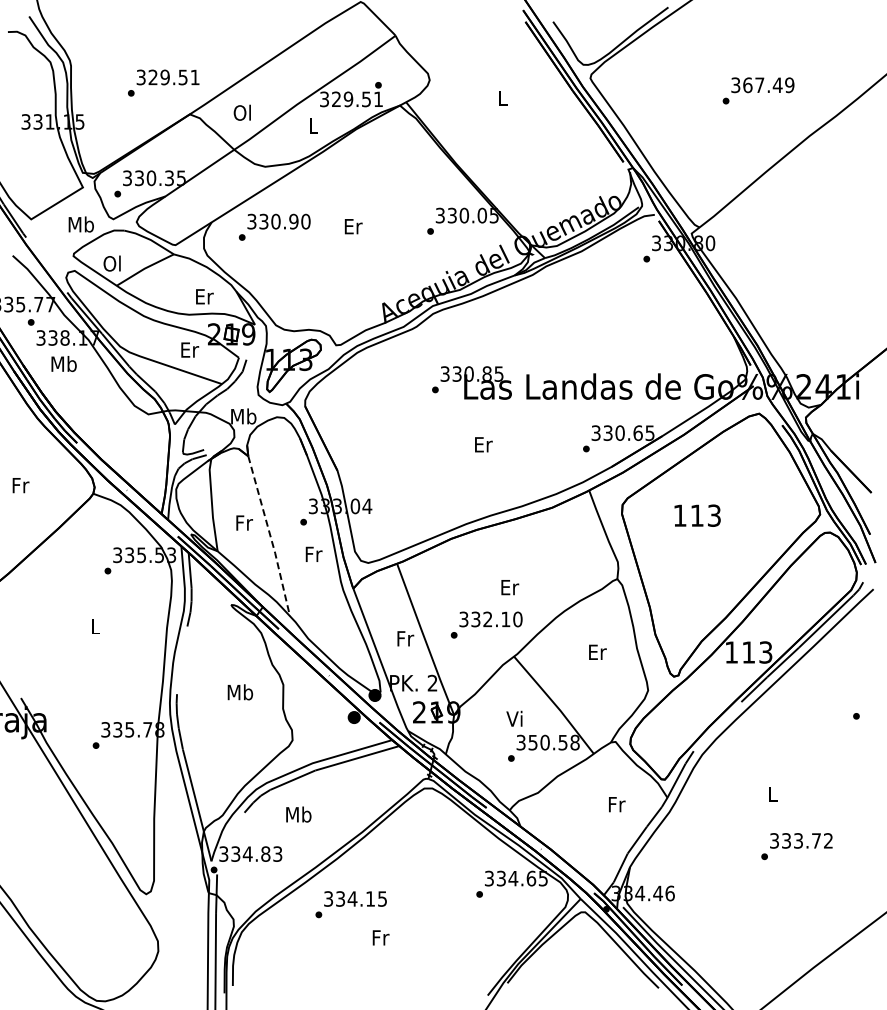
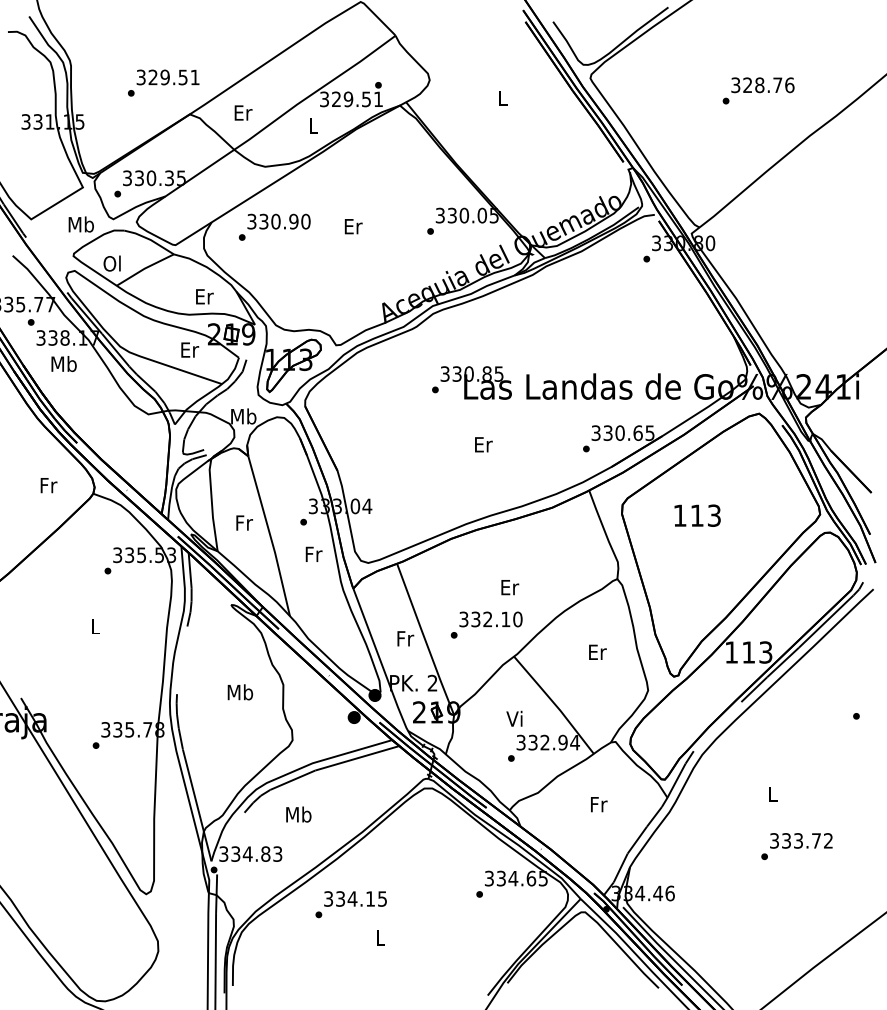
text at (768, 85): 367.49 -> 328.76
text at (242, 112): Ol -> Er
text at (20, 485) position: (20, 485) -> (48, 485)
line at (270, 536): dashed -> solid
text at (554, 742): 350.58 -> 332.94
text at (617, 804) position: (617, 804) -> (599, 804)
text at (380, 937): Fr -> L
